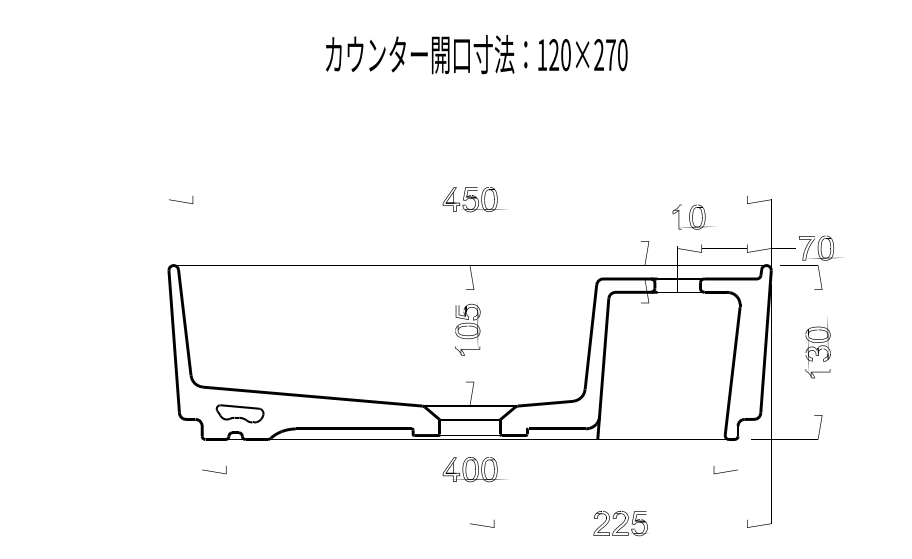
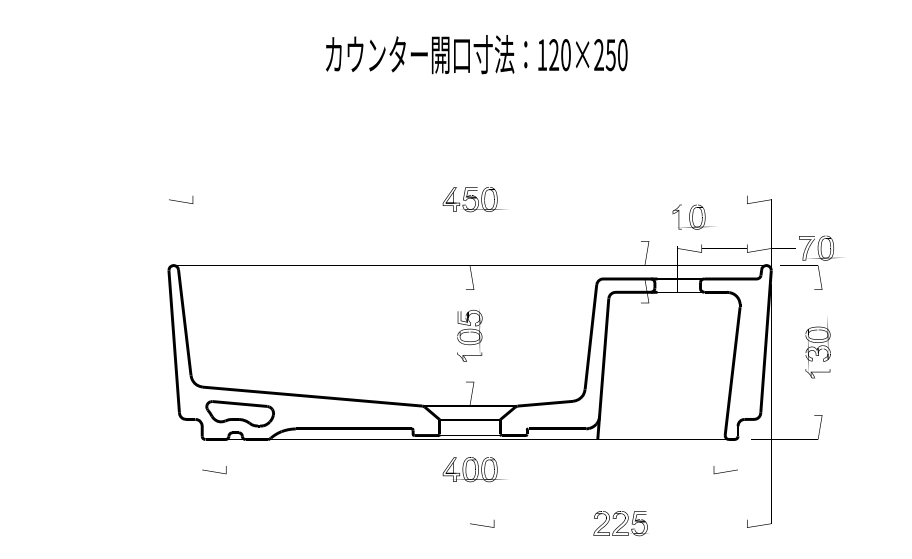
text at (610, 55): 120×270 -> 120×250
part at (467, 329) position: (467, 329) -> (469, 335)
part at (239, 413) size: 50x20 px -> 70x28 px
